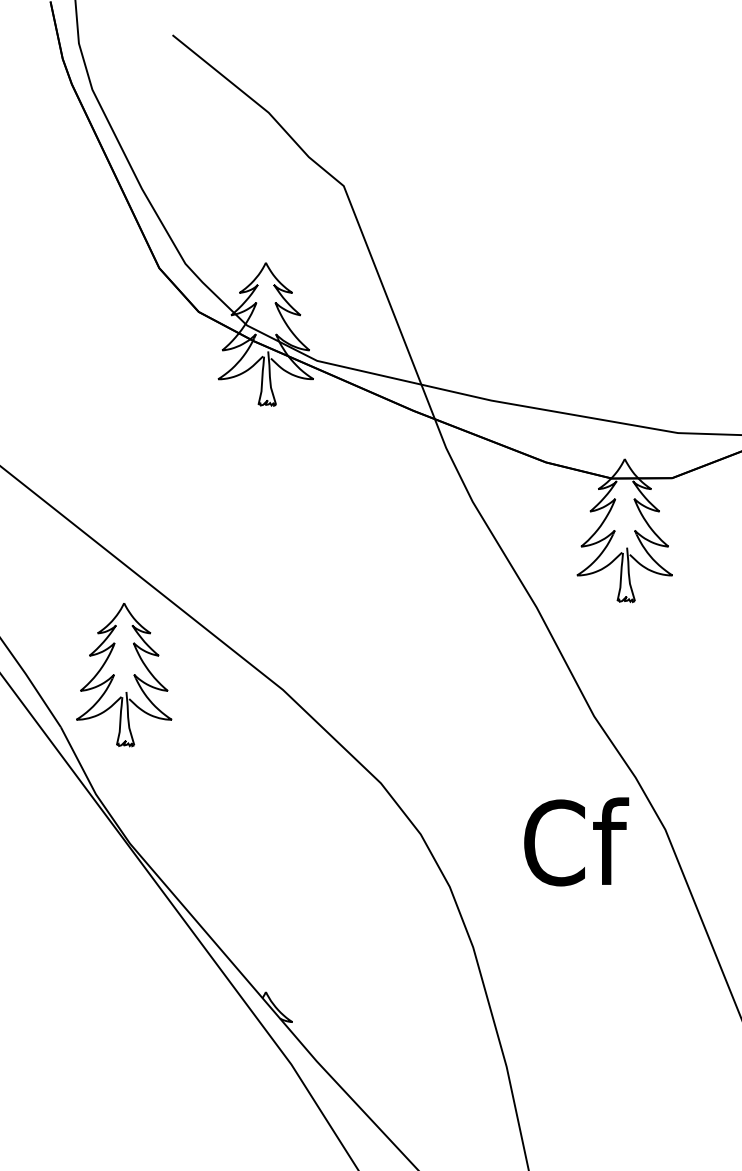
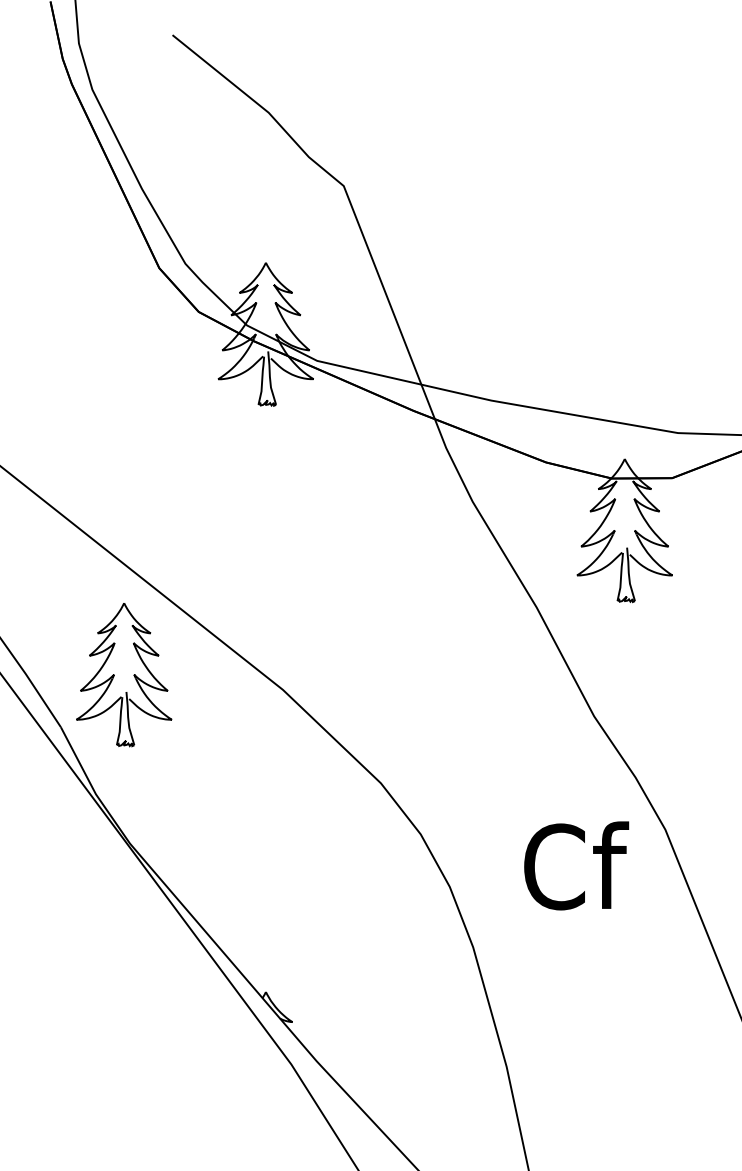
text at (576, 841) position: (576, 841) -> (576, 865)
